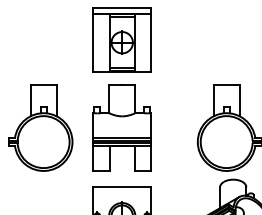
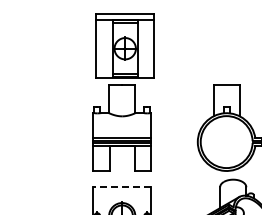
part at (121, 39) position: (121, 39) -> (124, 45)
part at (40, 127): present -> none
line at (121, 187): solid -> dashed
